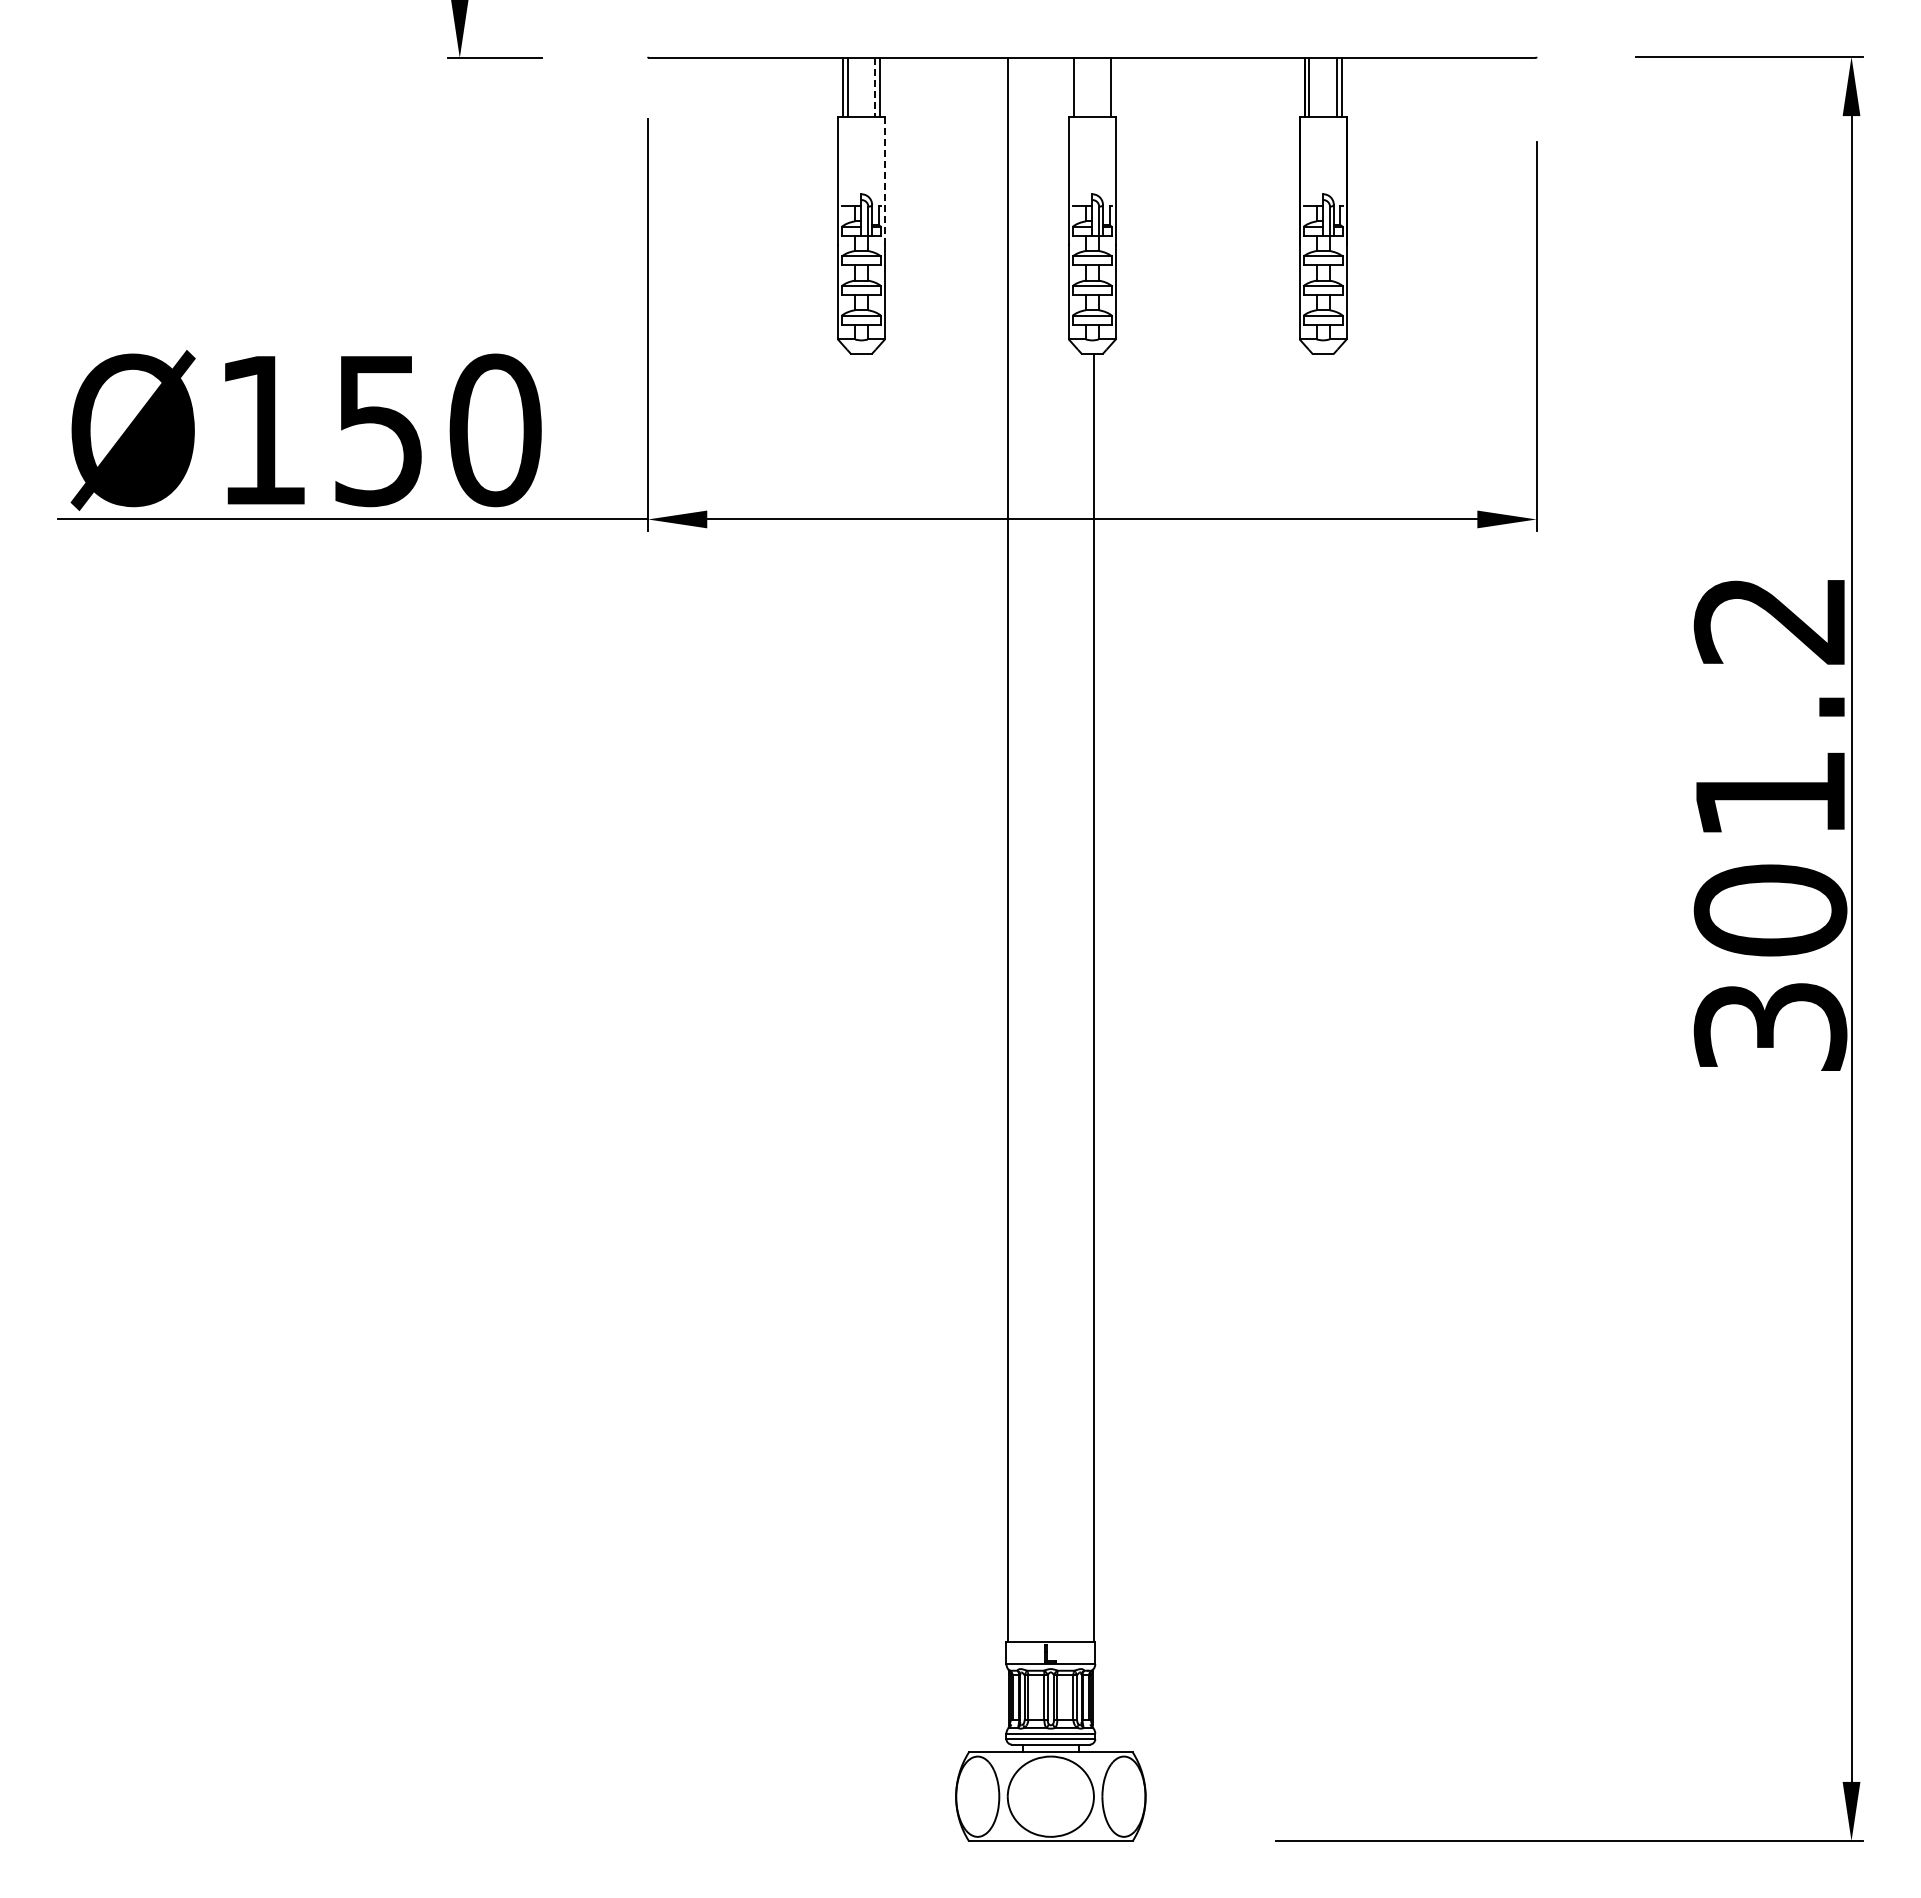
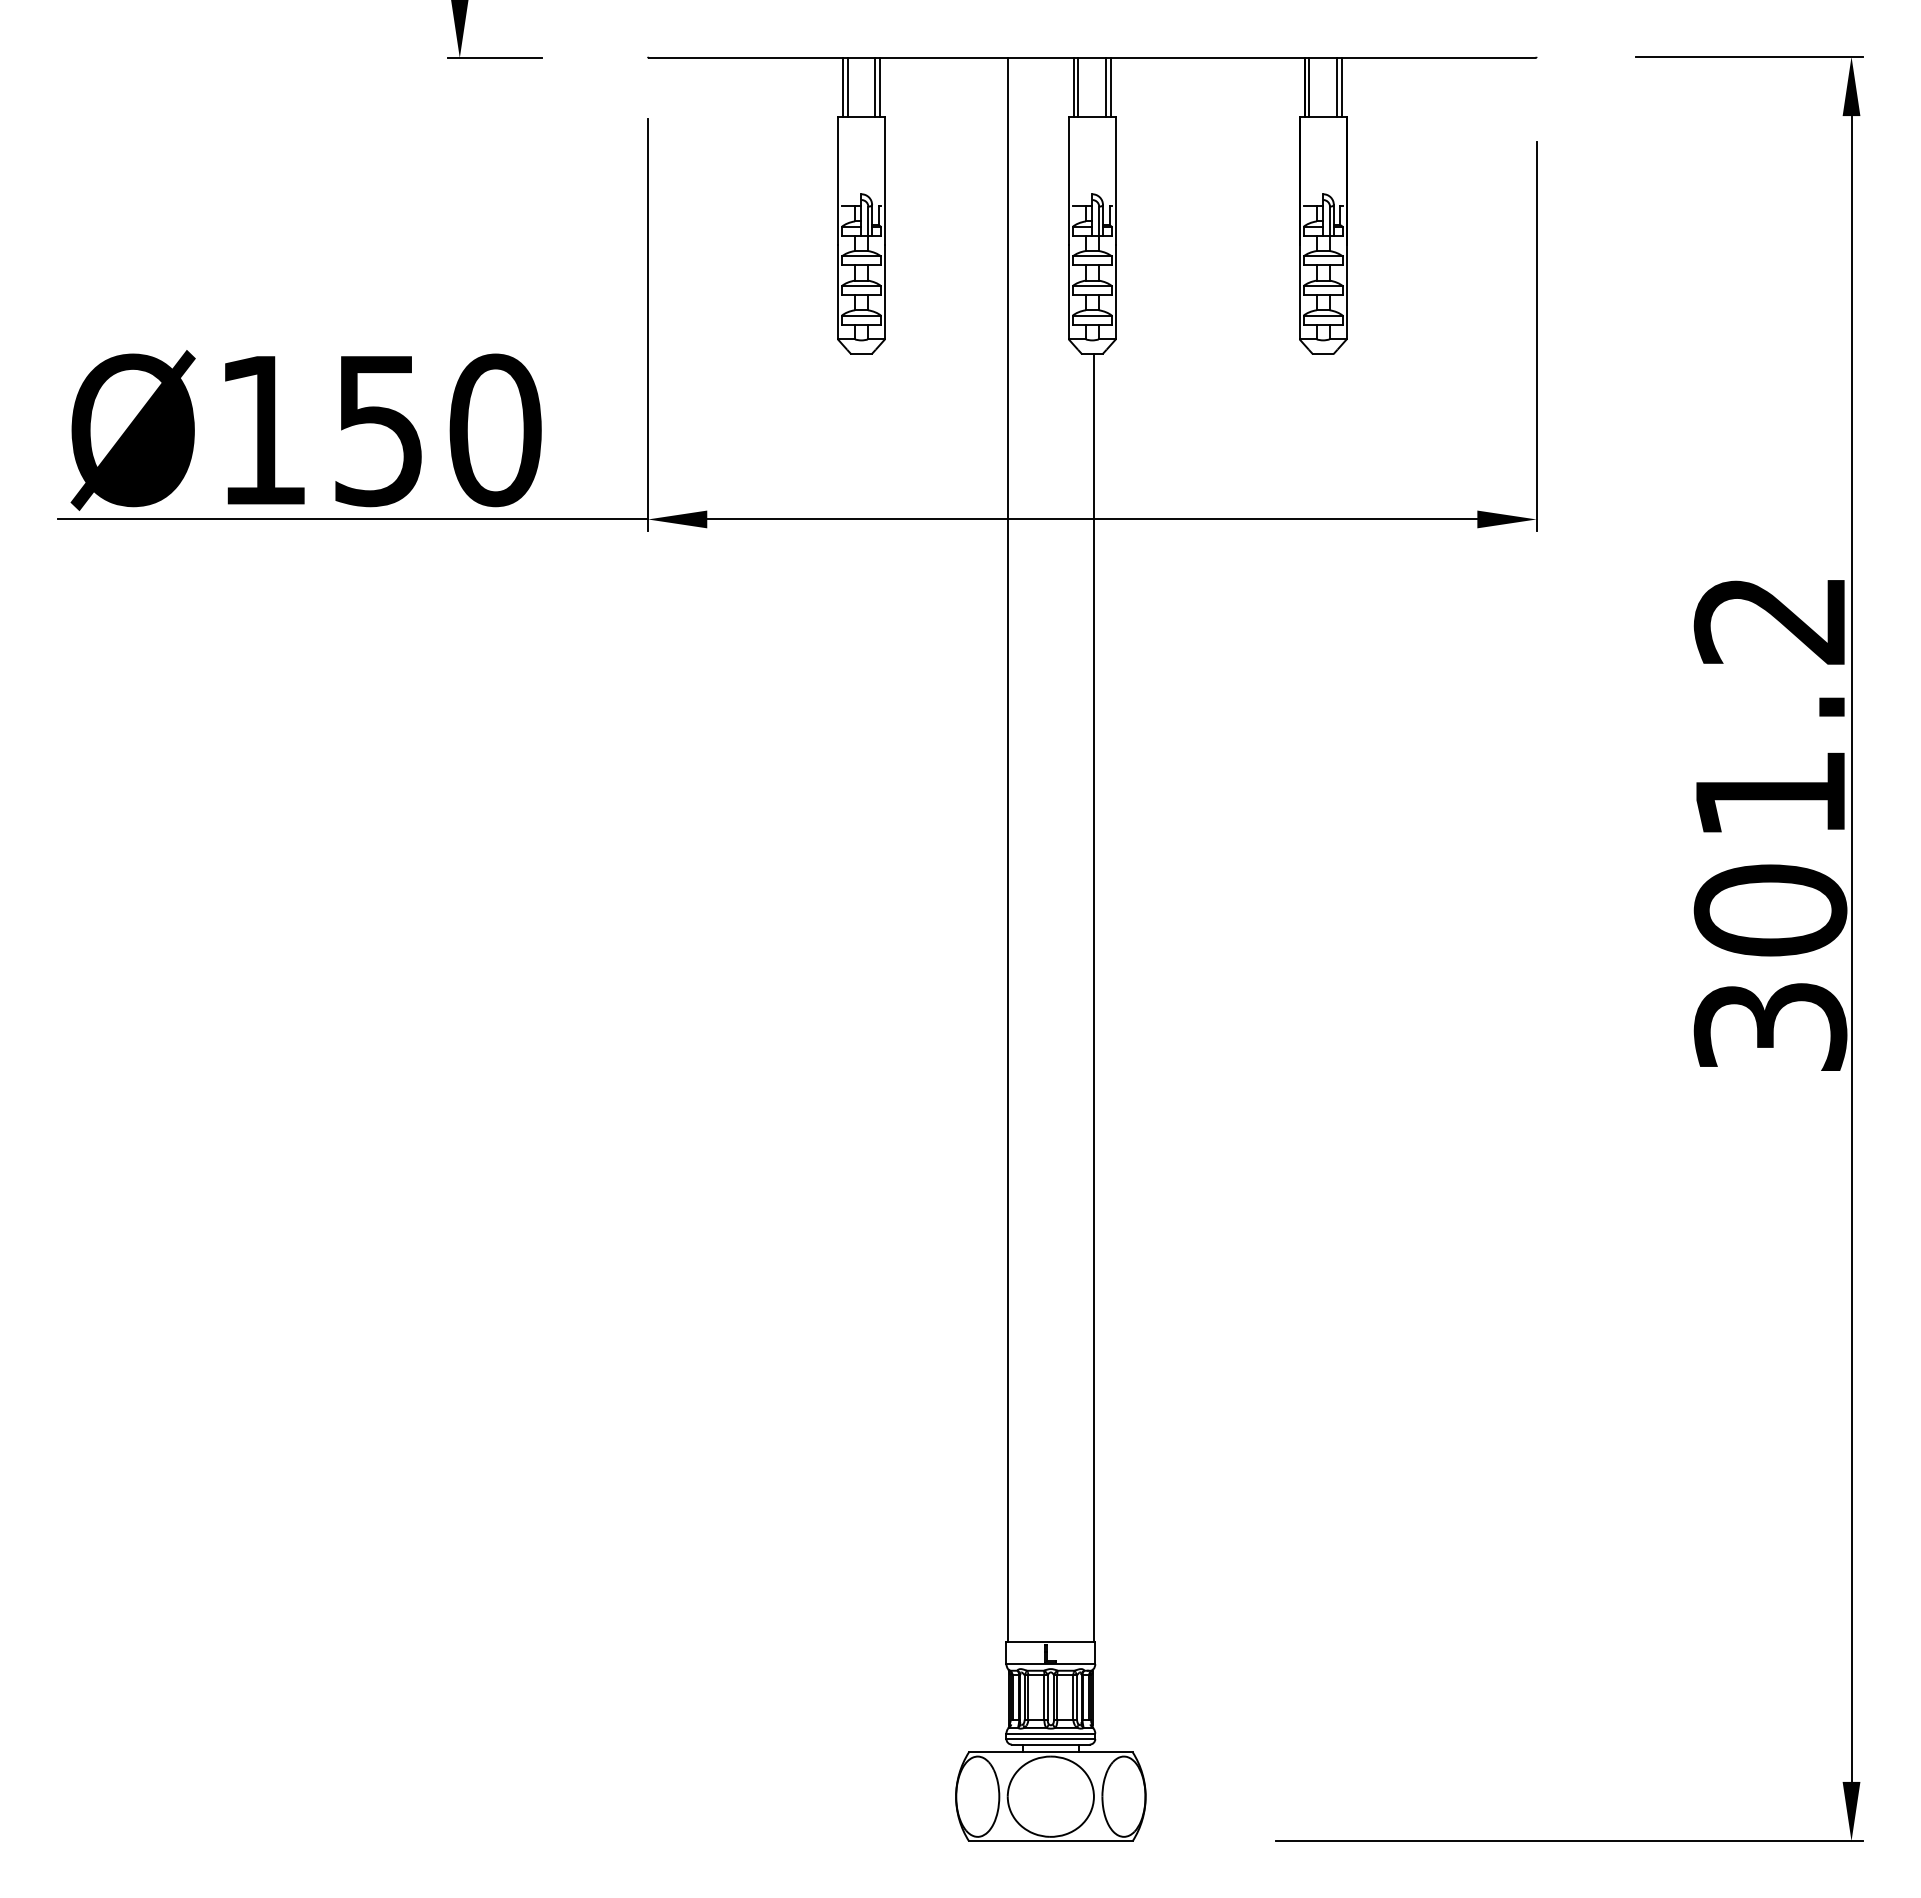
line at (875, 87): dashed -> solid
line at (1078, 87): none -> present
line at (1106, 87): none -> present
line at (885, 181): dashed -> solid
